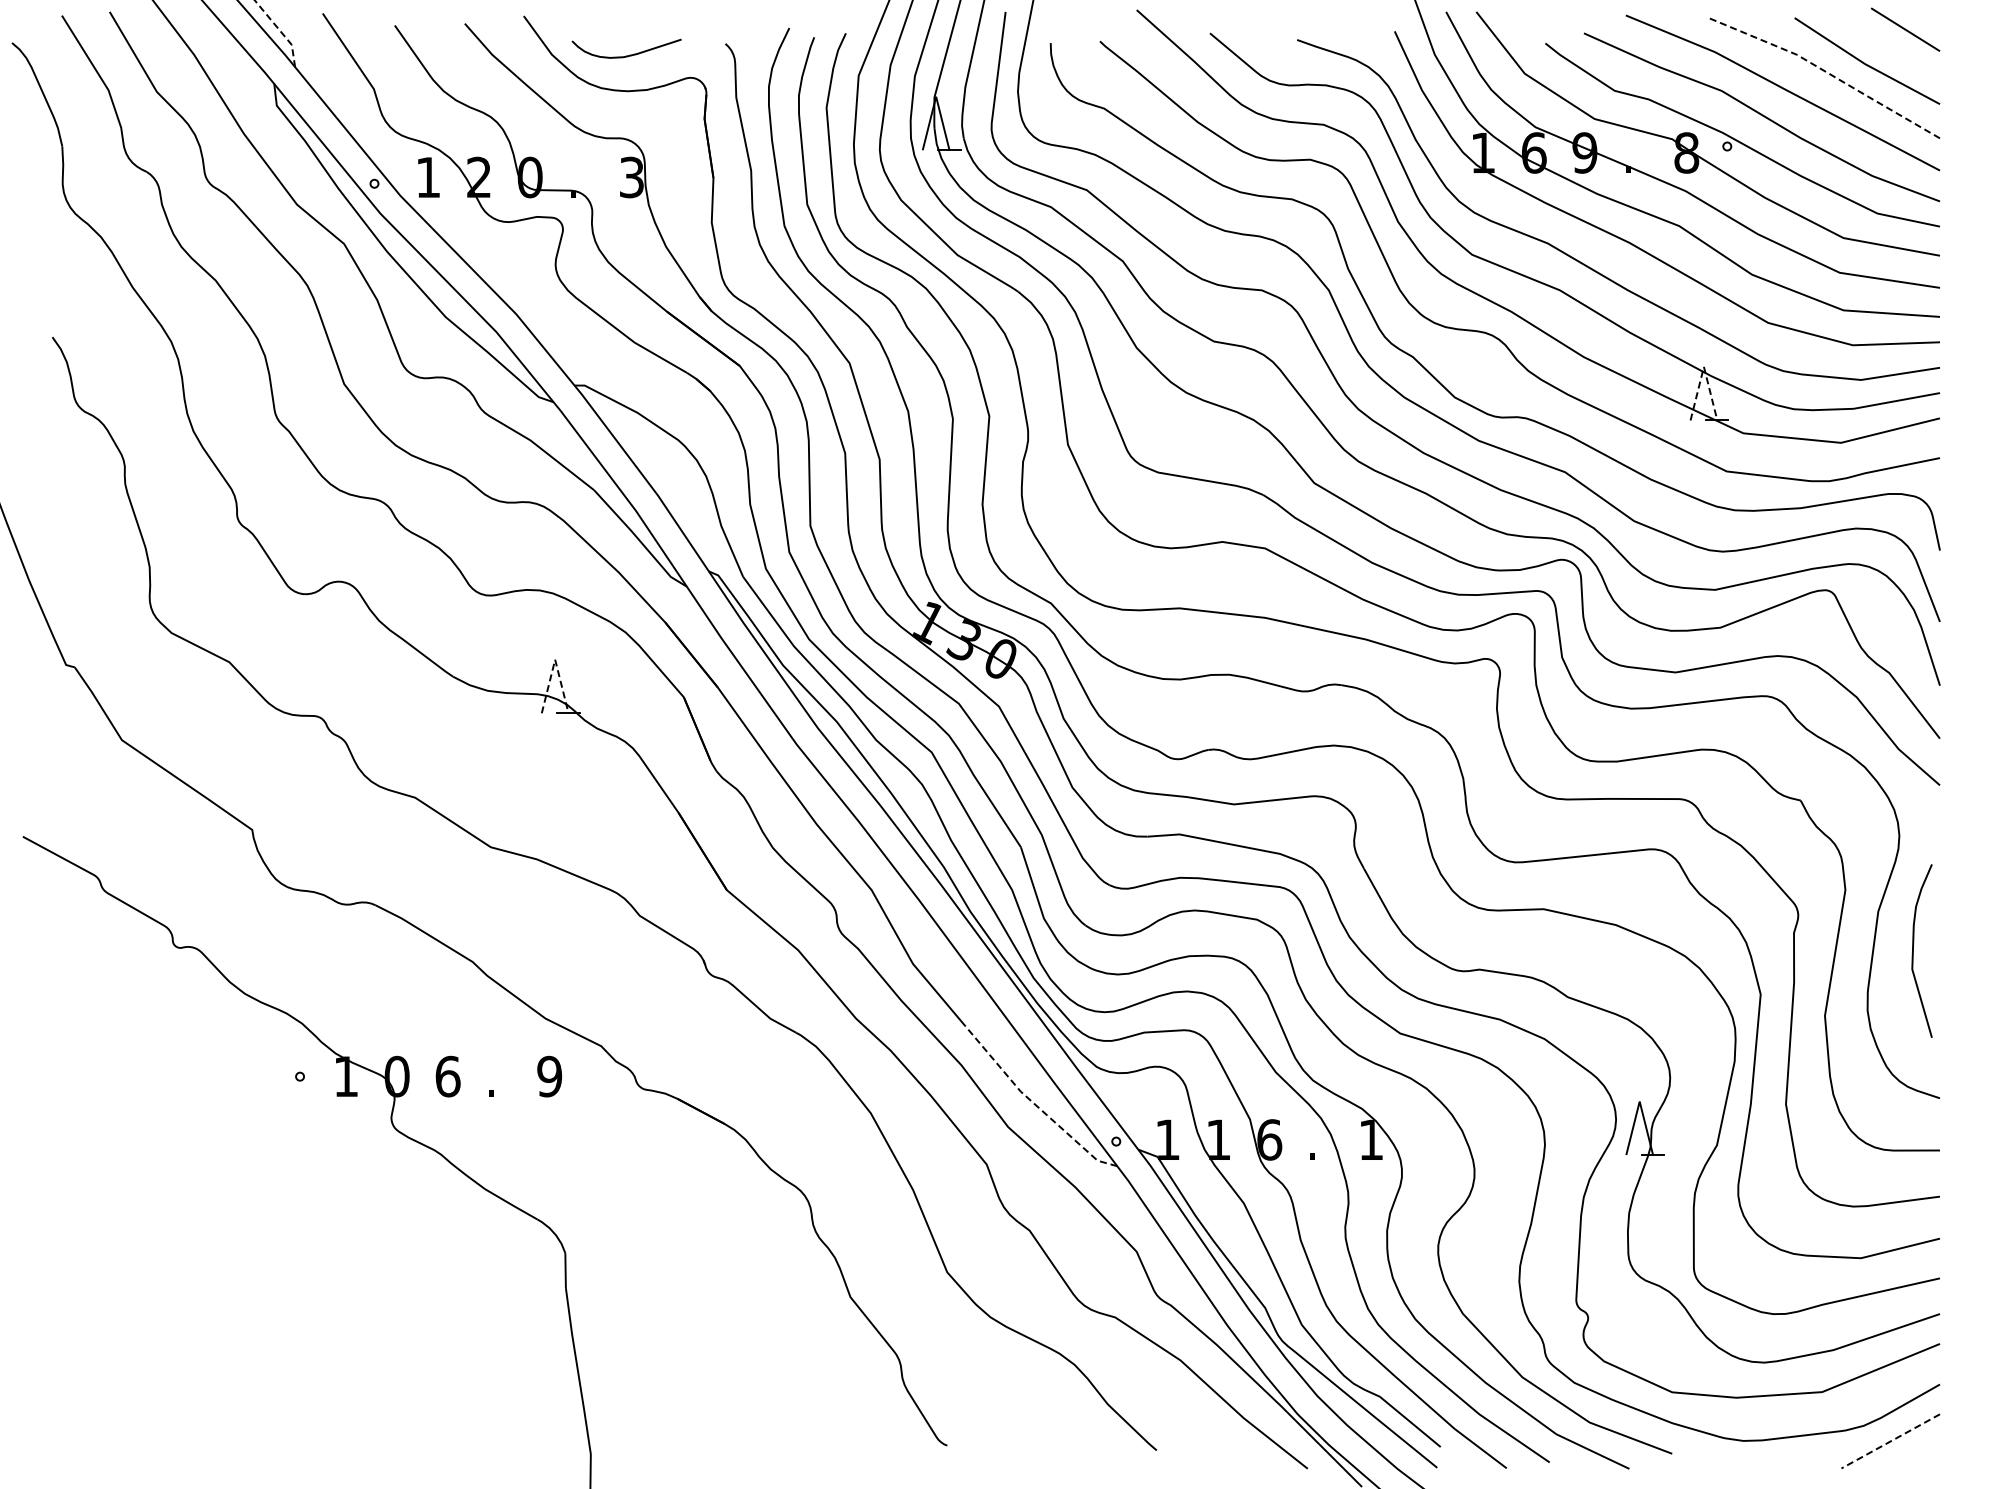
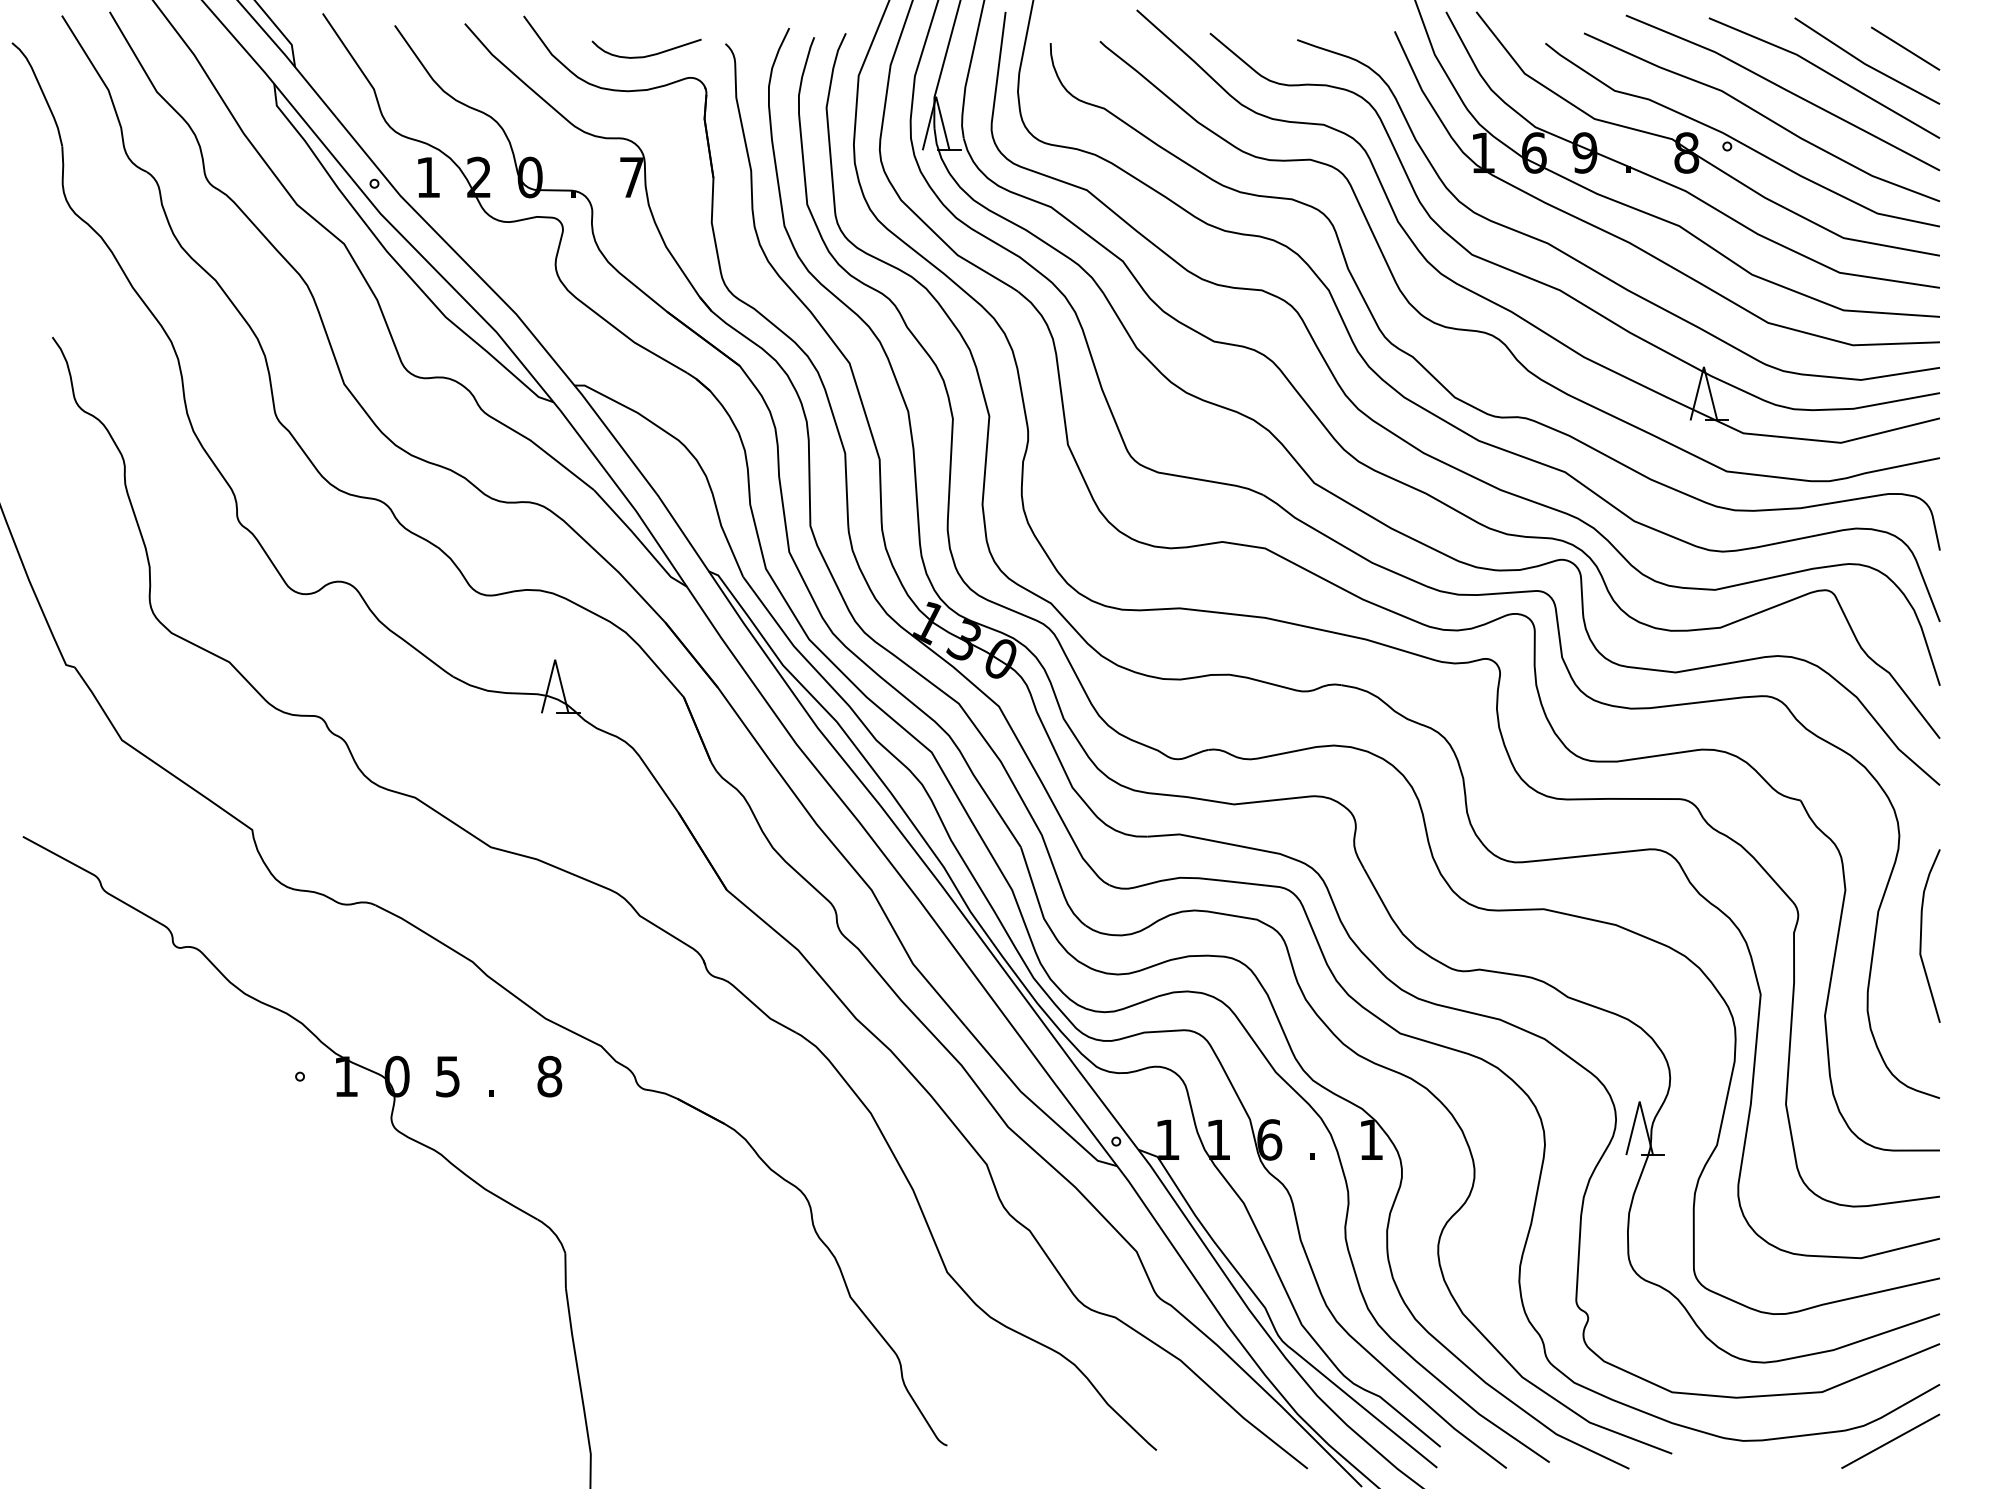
line at (1905, 29) position: (1905, 29) -> (1905, 48)
line at (281, 31): dashed -> solid
curve at (629, 54) position: (629, 54) -> (649, 54)
line at (1826, 72): dashed -> solid
text at (631, 177): 3 -> 7
line at (1703, 366): dashed -> solid
line at (555, 659): dashed -> solid
curve at (1913, 950) position: (1913, 950) -> (1921, 935)
text at (447, 1076): 6 -> 5
text at (549, 1076): 9 -> 8
line at (1034, 1104): dashed -> solid
line at (1890, 1441): dashed -> solid
